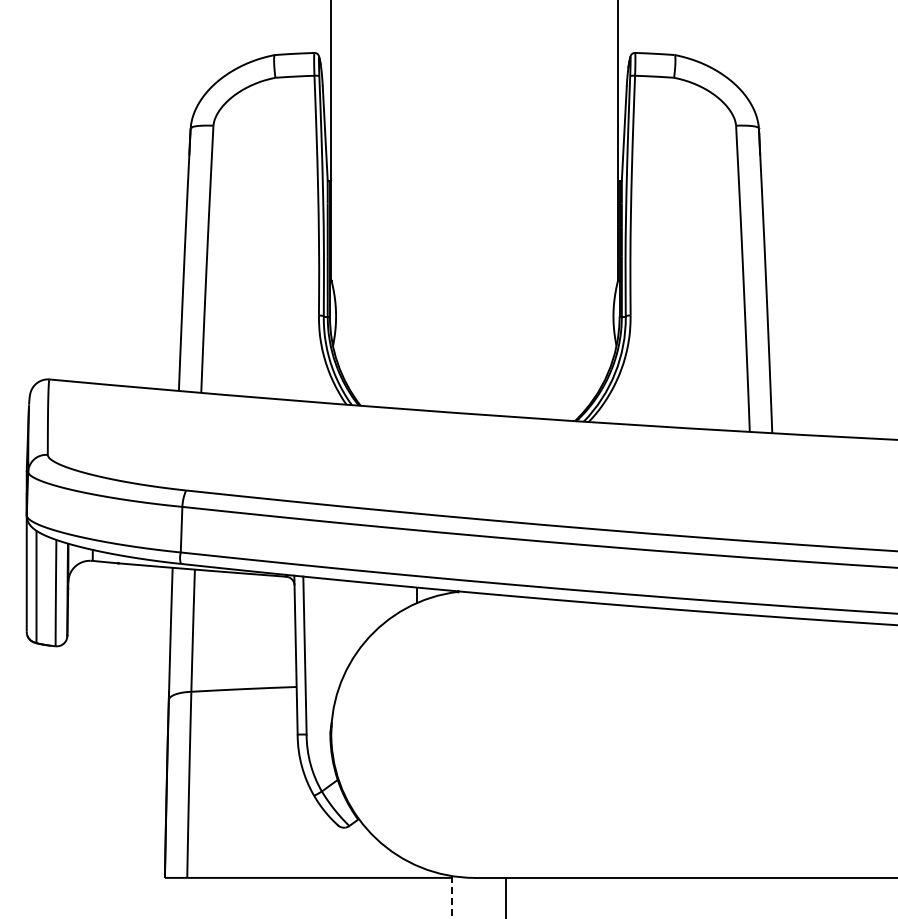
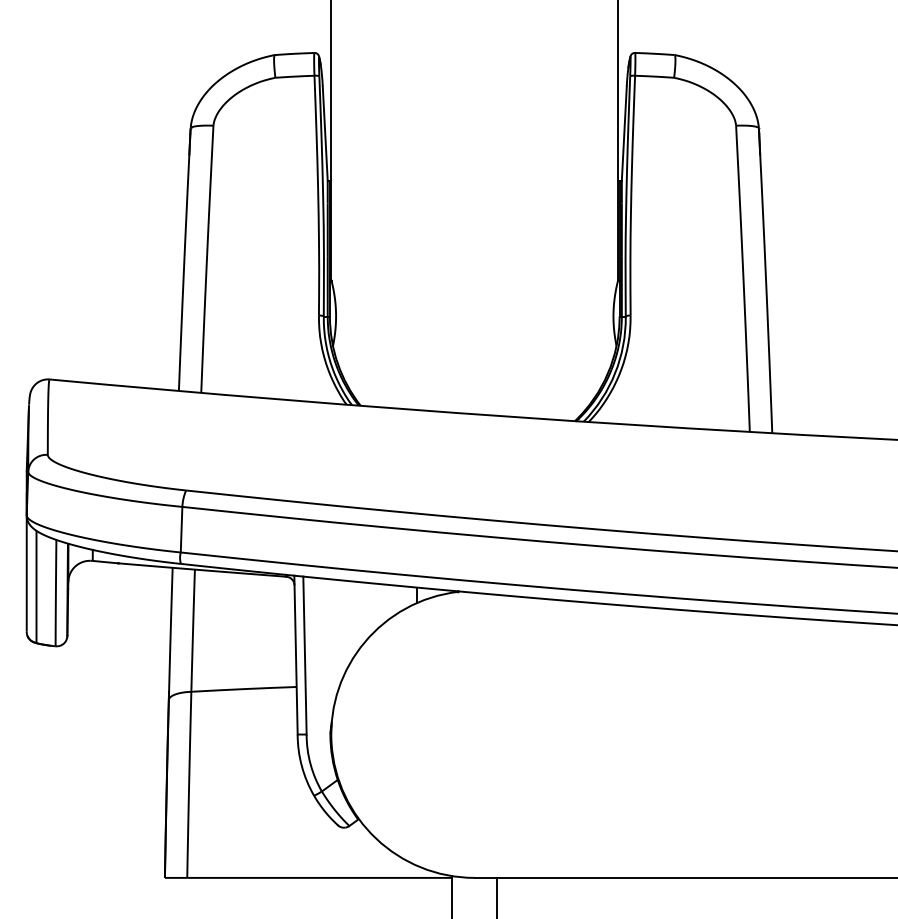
line at (506, 896) position: (506, 896) -> (497, 896)
line at (452, 897): dashed -> solid
